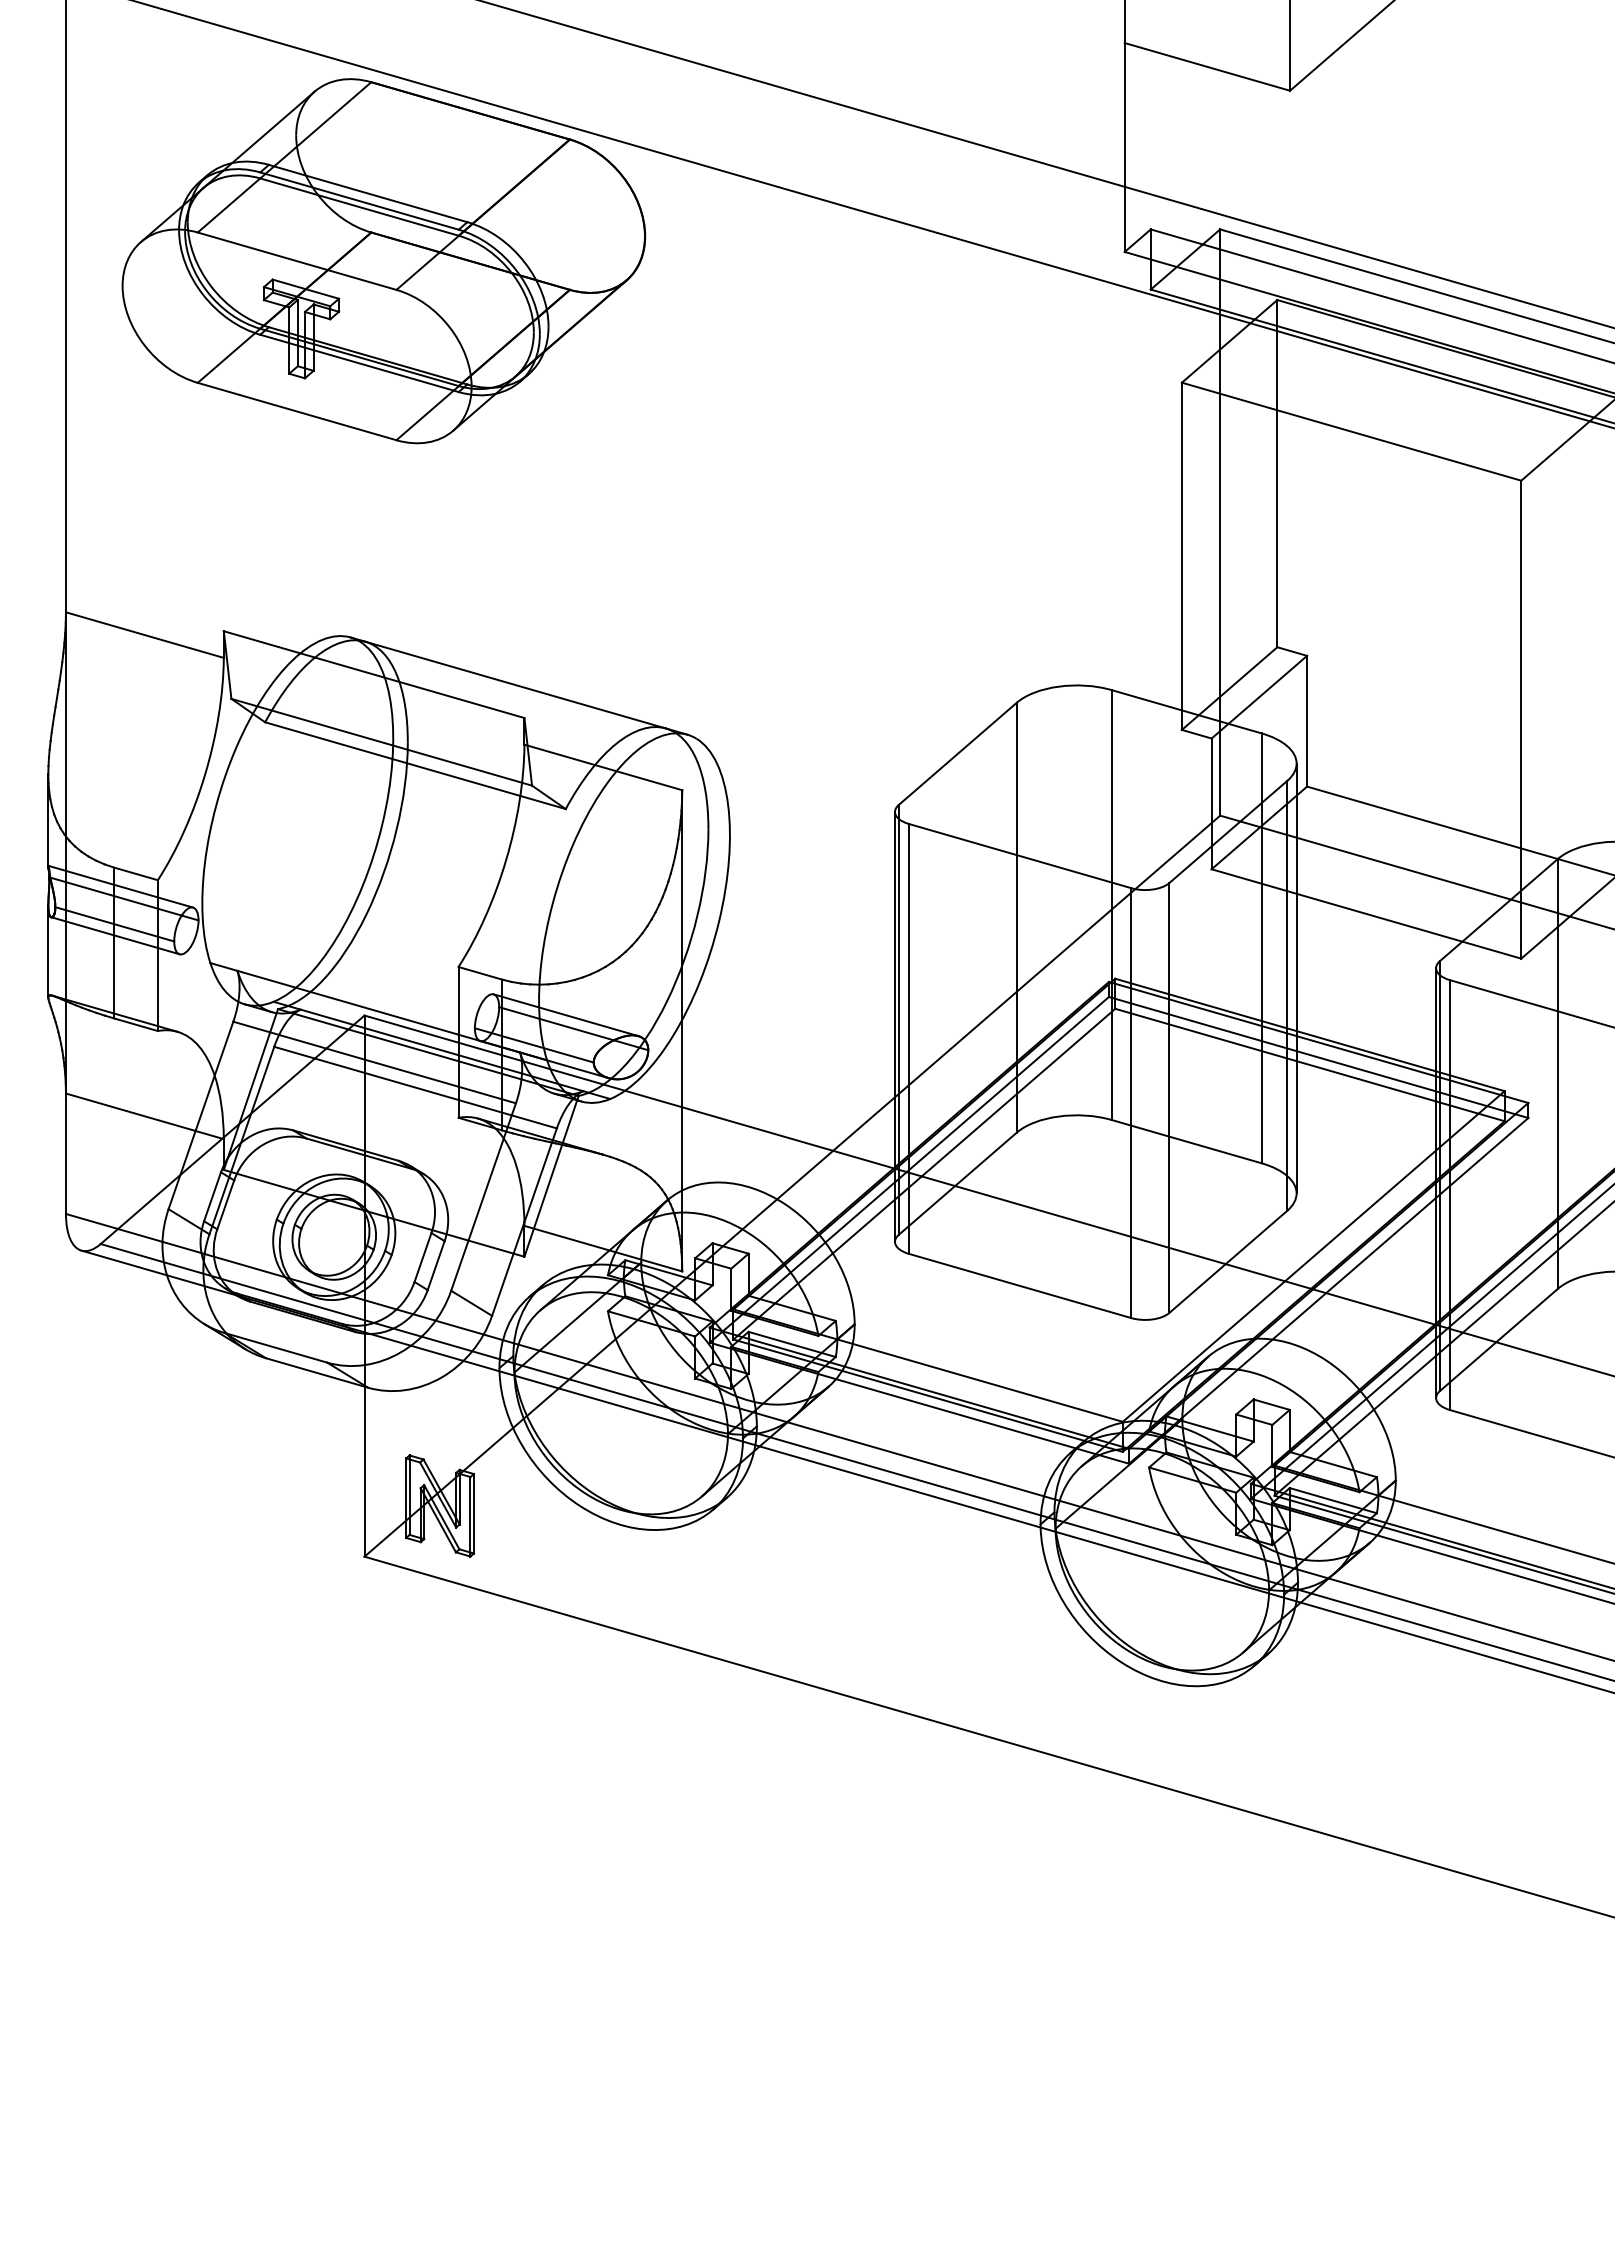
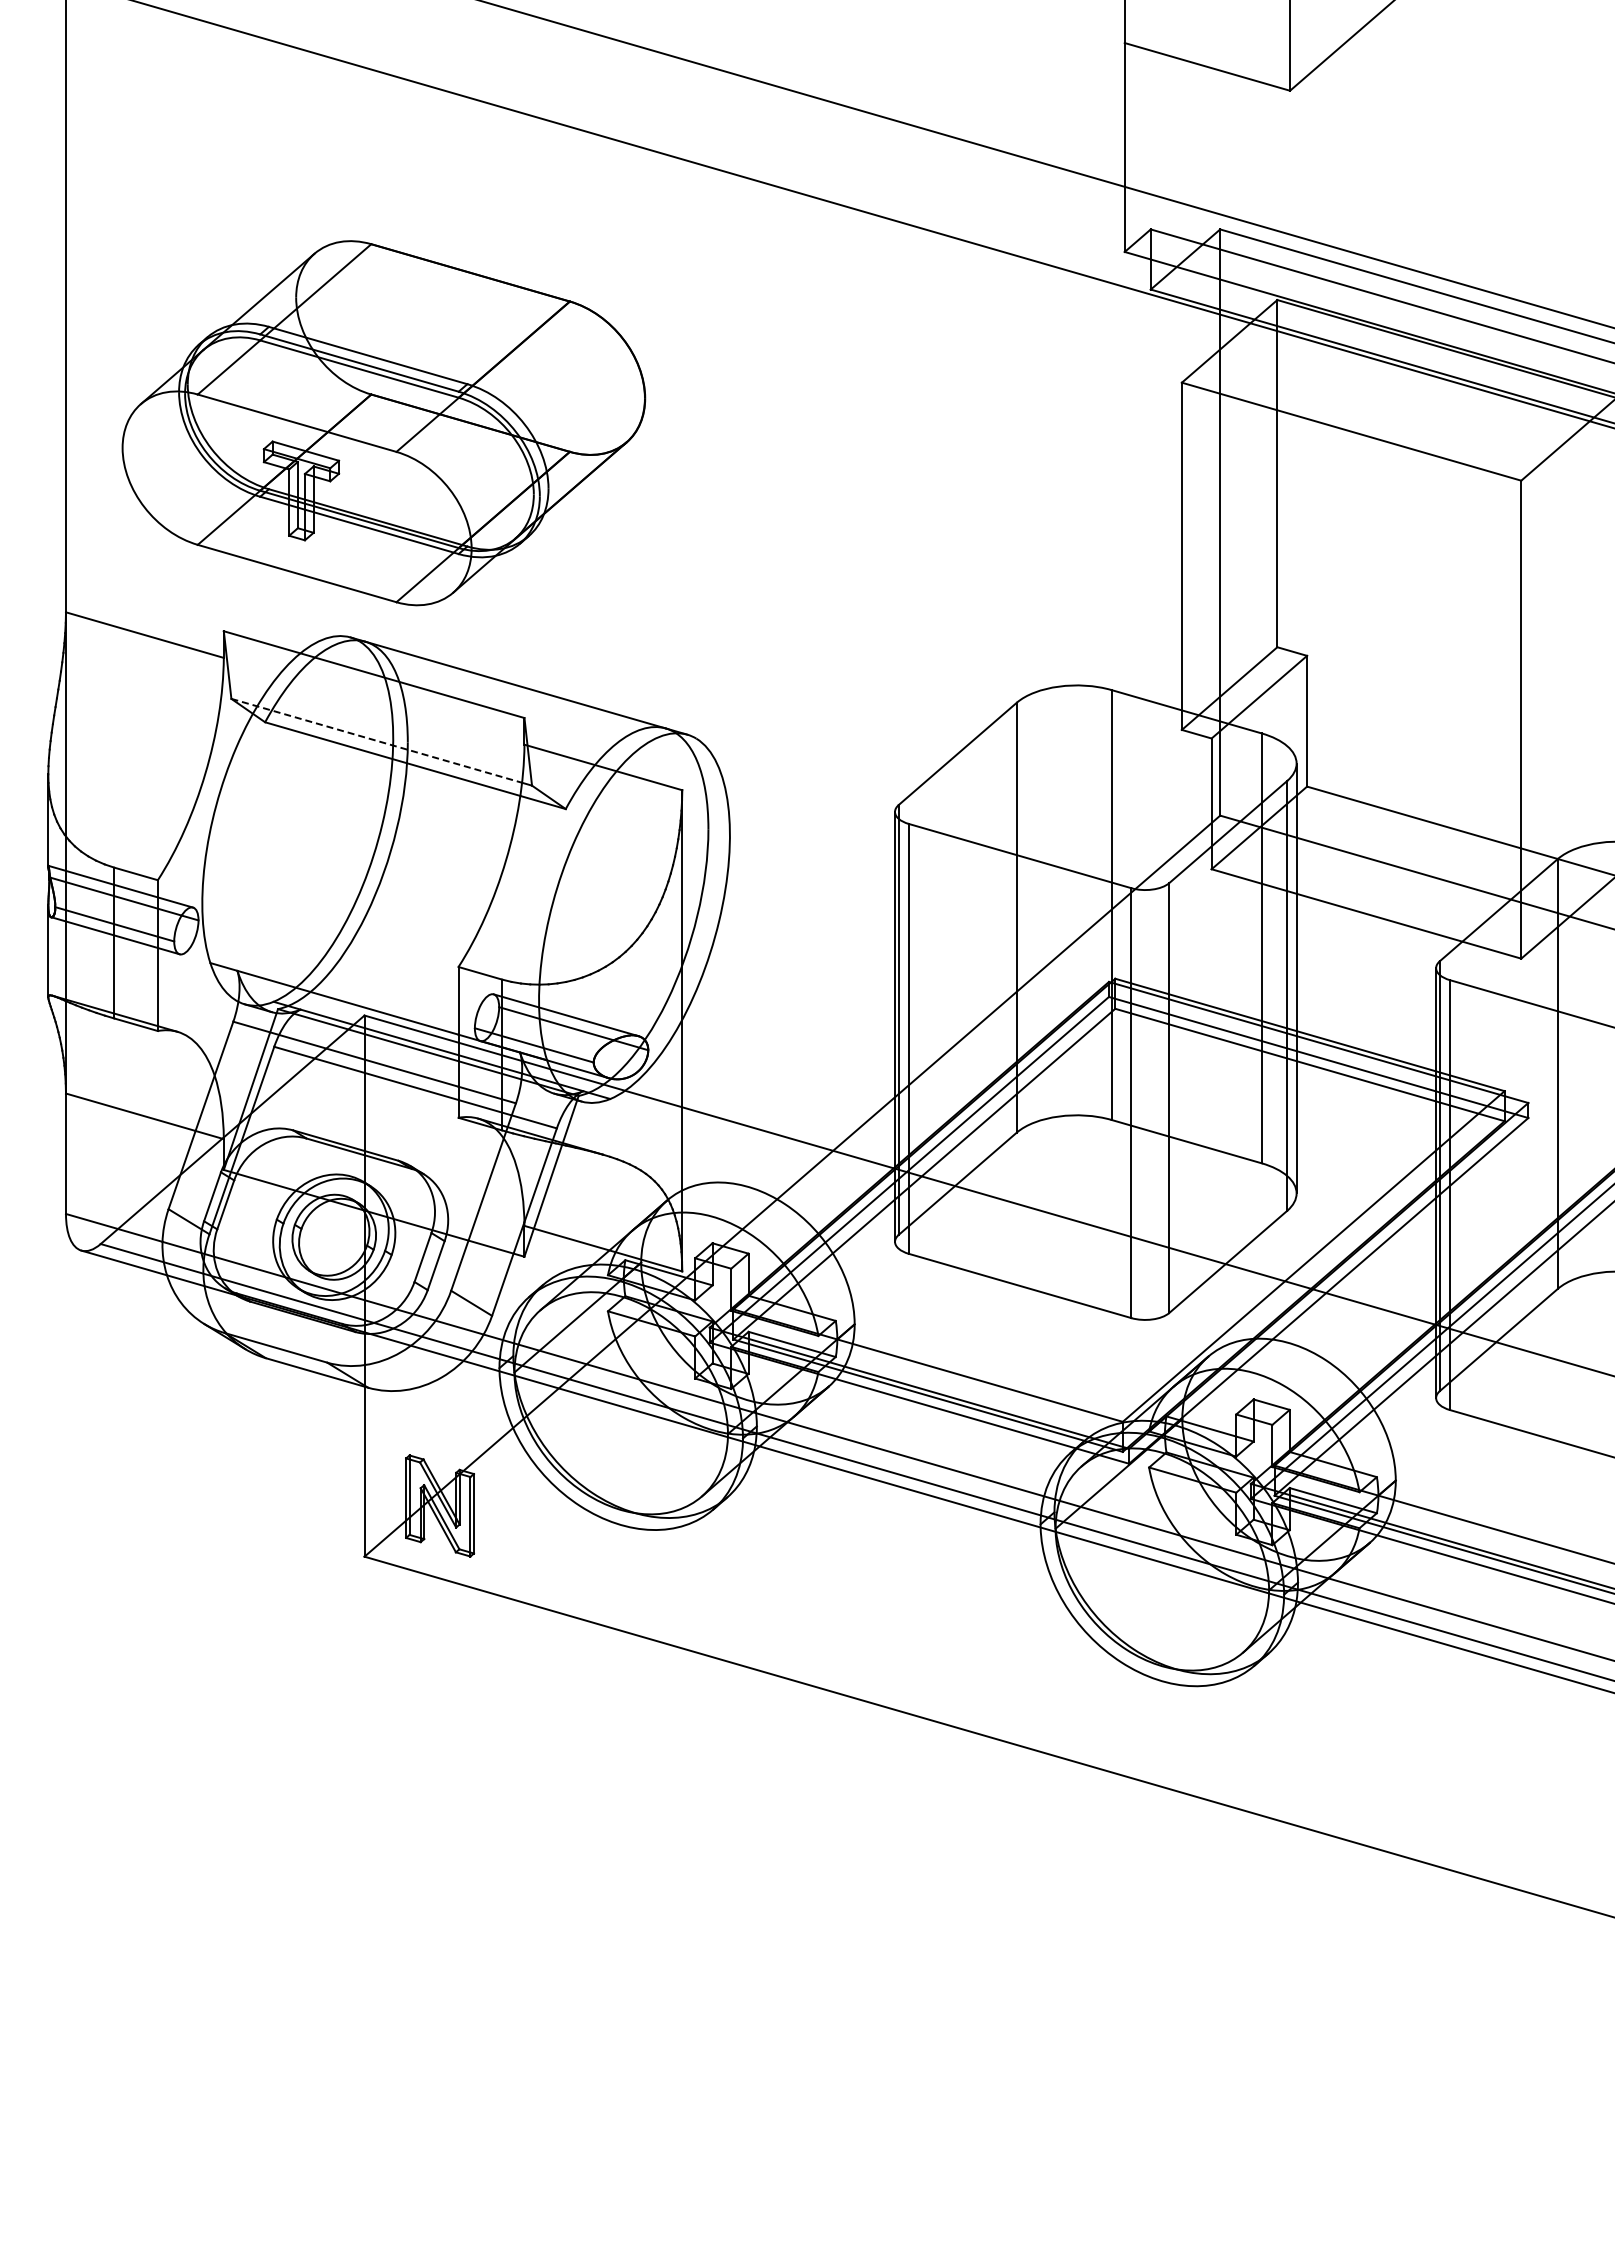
part at (383, 261) position: (383, 261) -> (383, 423)
line at (377, 740): solid -> dashed
